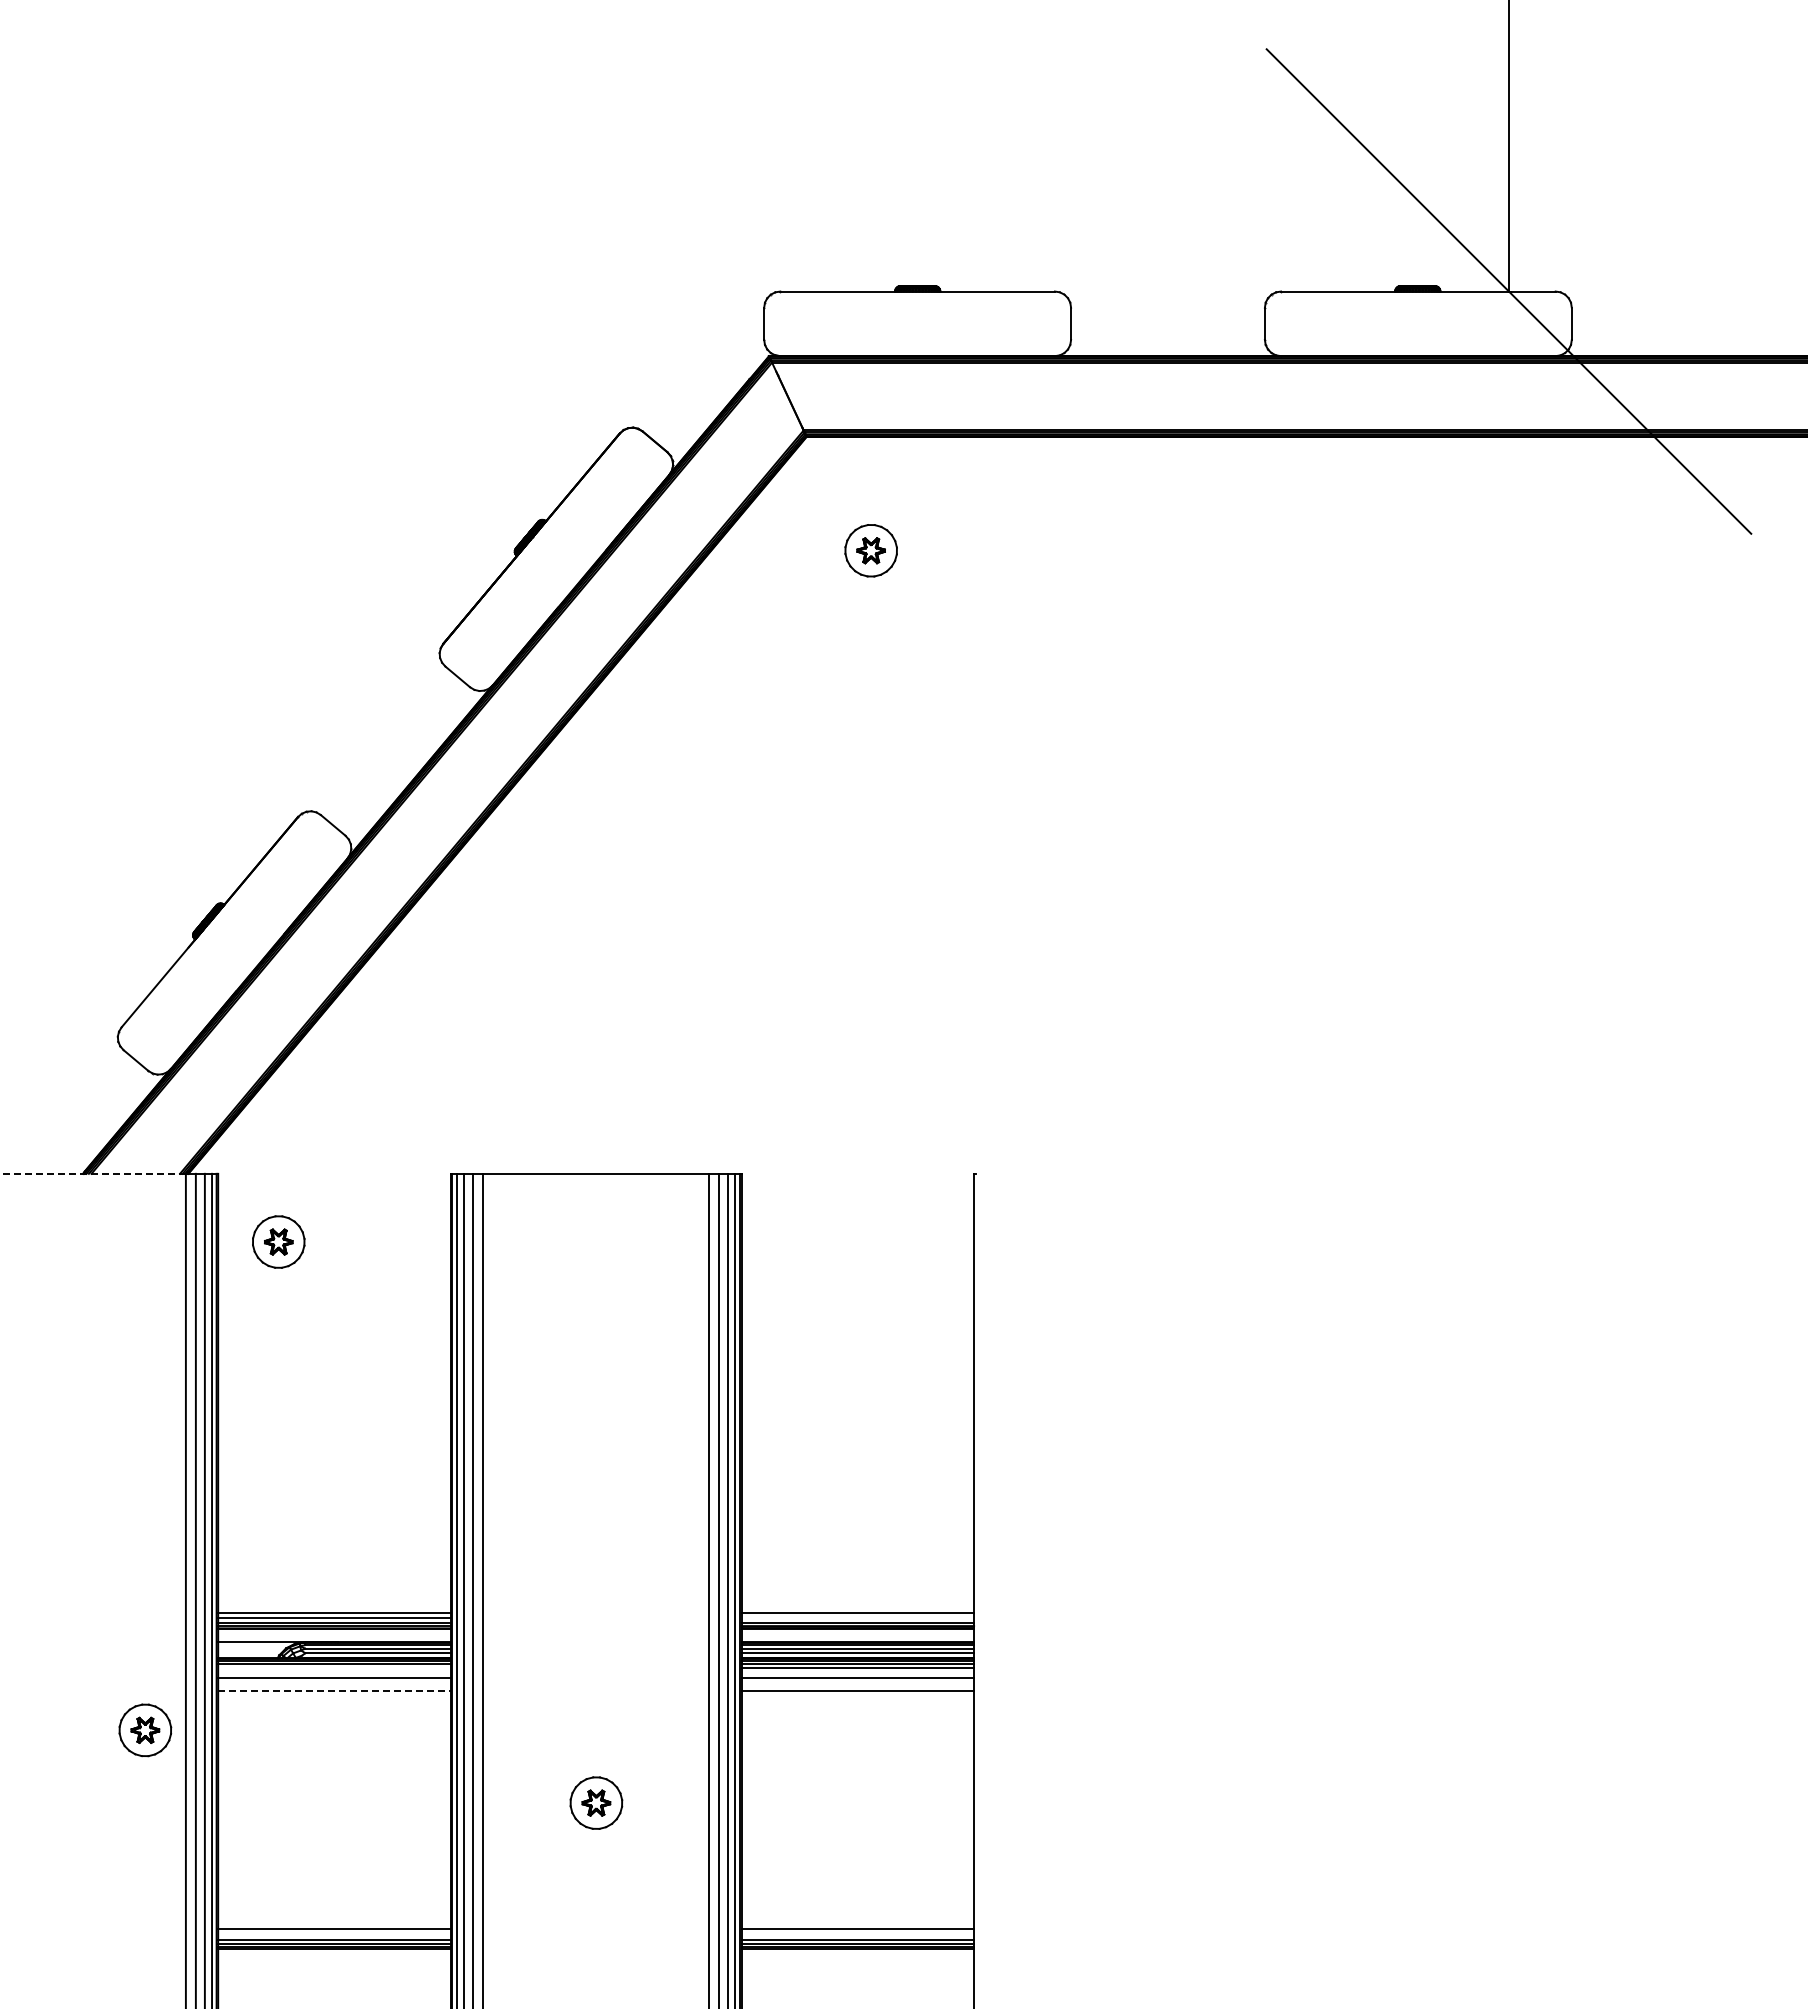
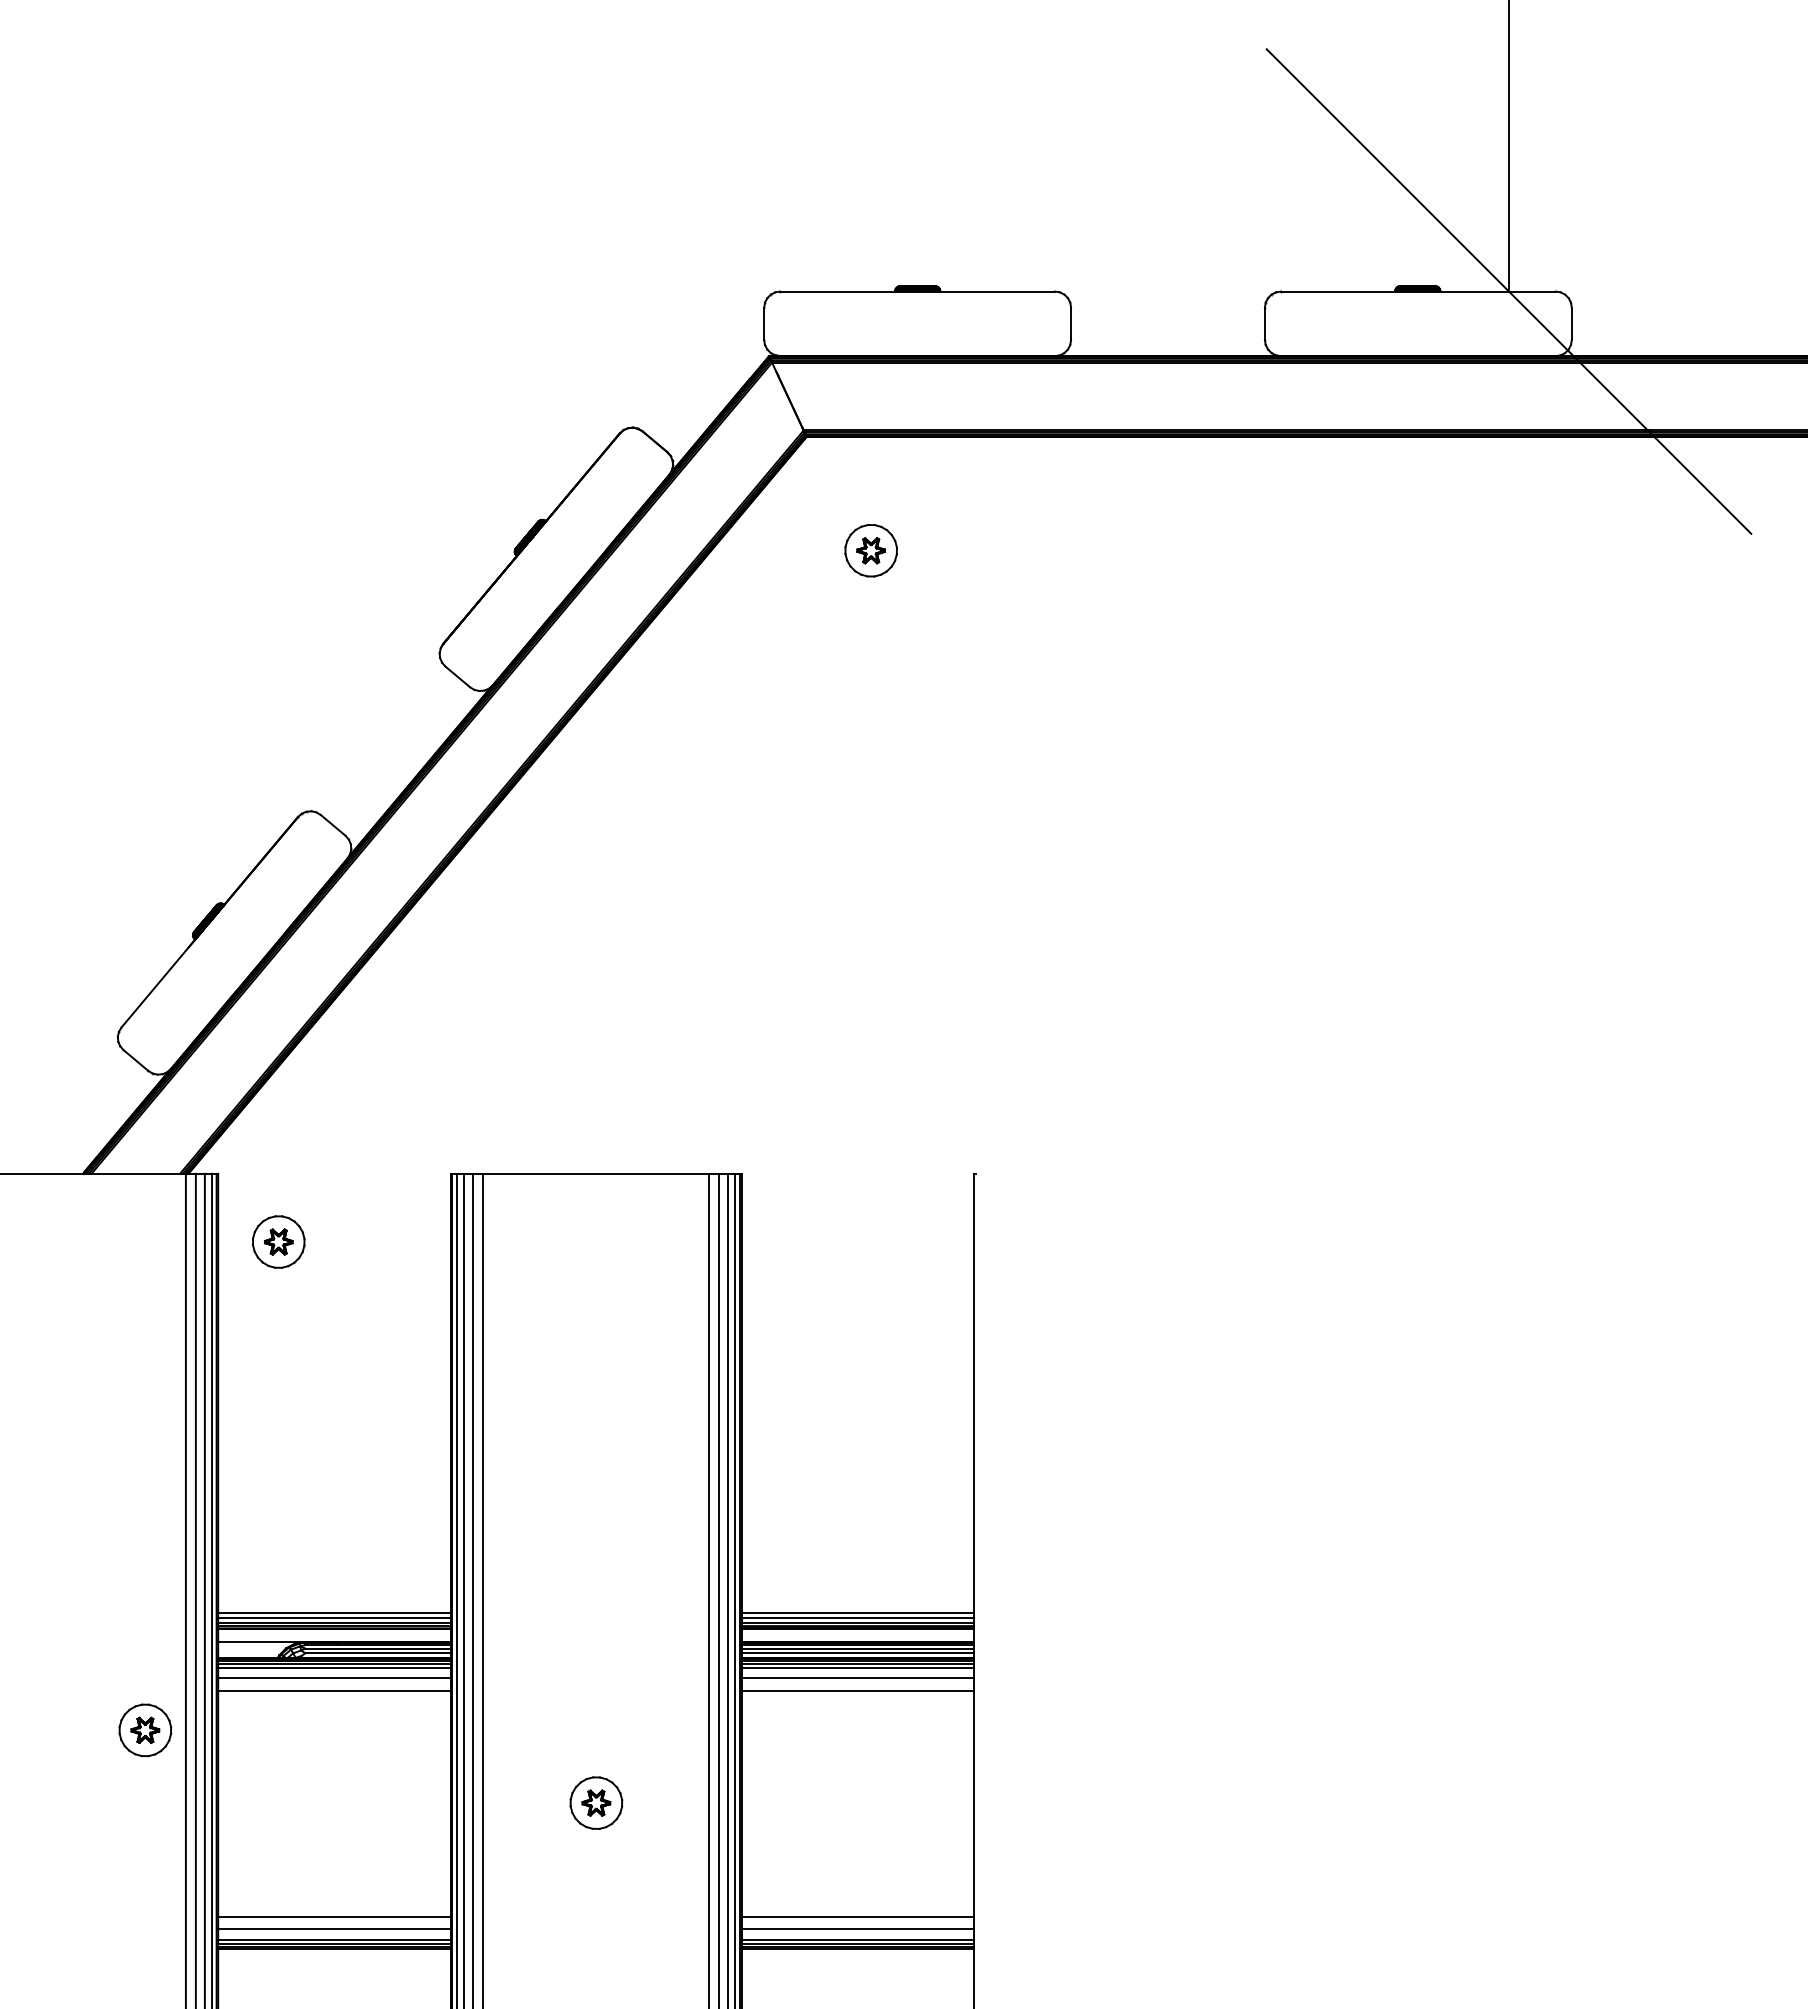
line at (93, 1173): dashed -> solid
line at (857, 1618): none -> present
line at (334, 1667): none -> present
line at (334, 1690): dashed -> solid
line at (334, 1916): none -> present
line at (857, 1916): none -> present
